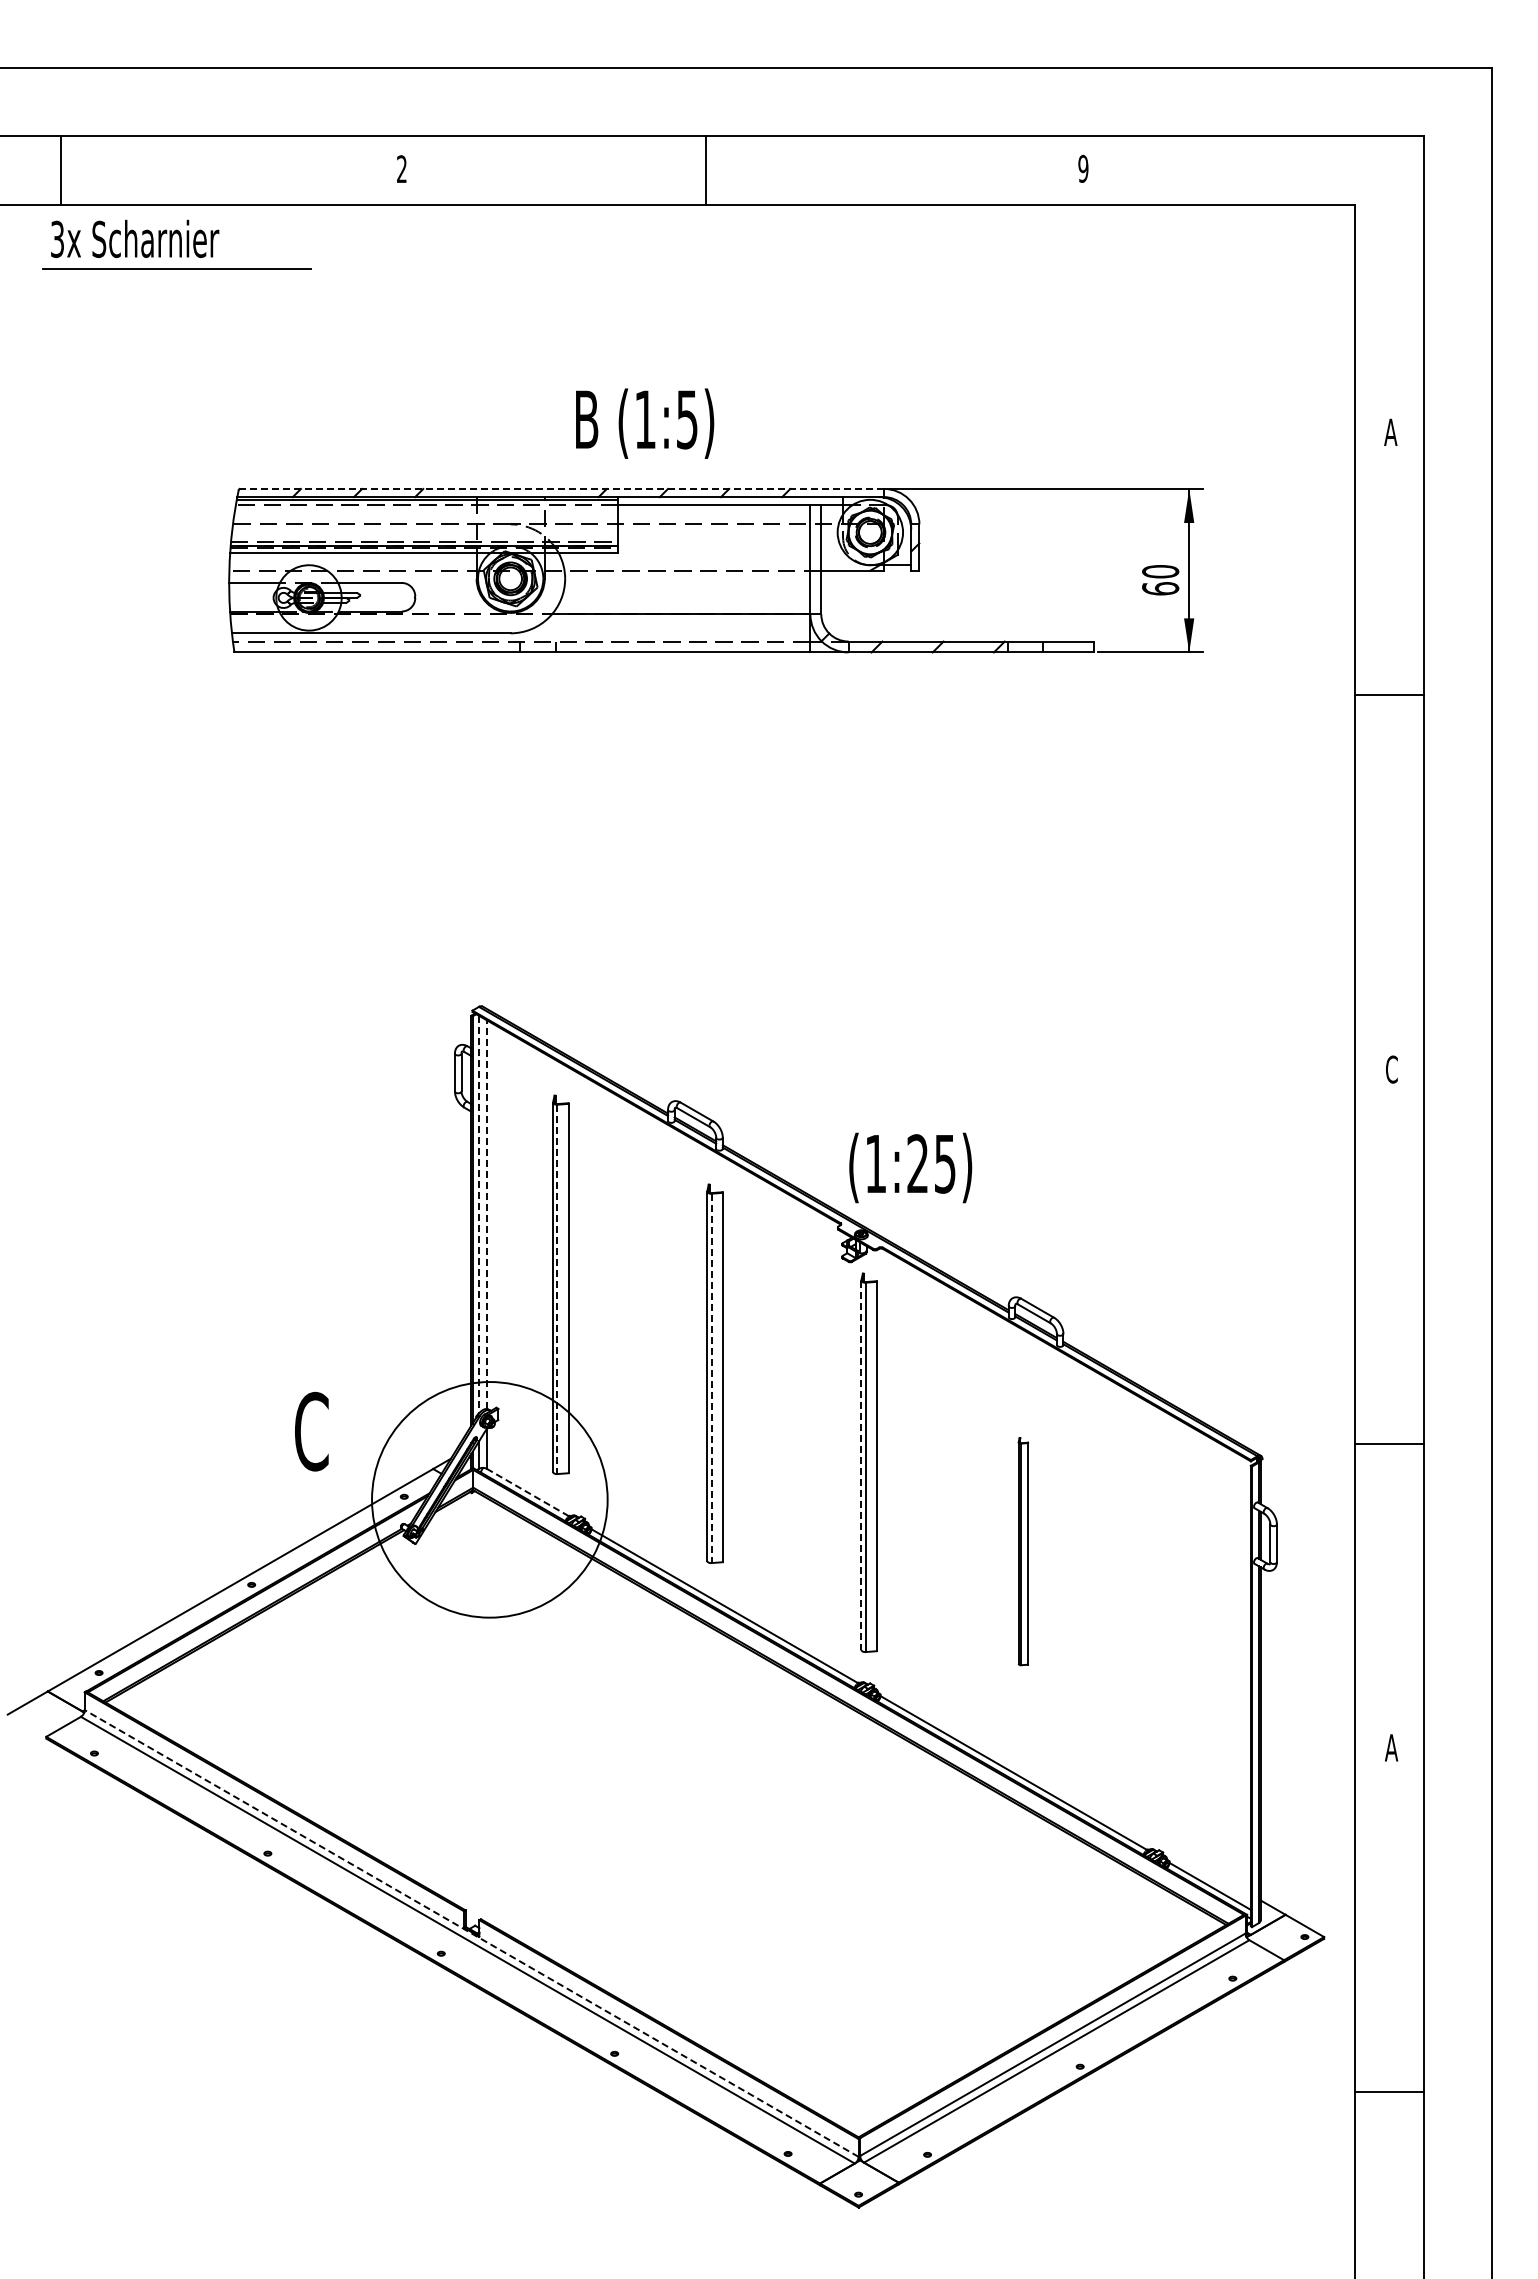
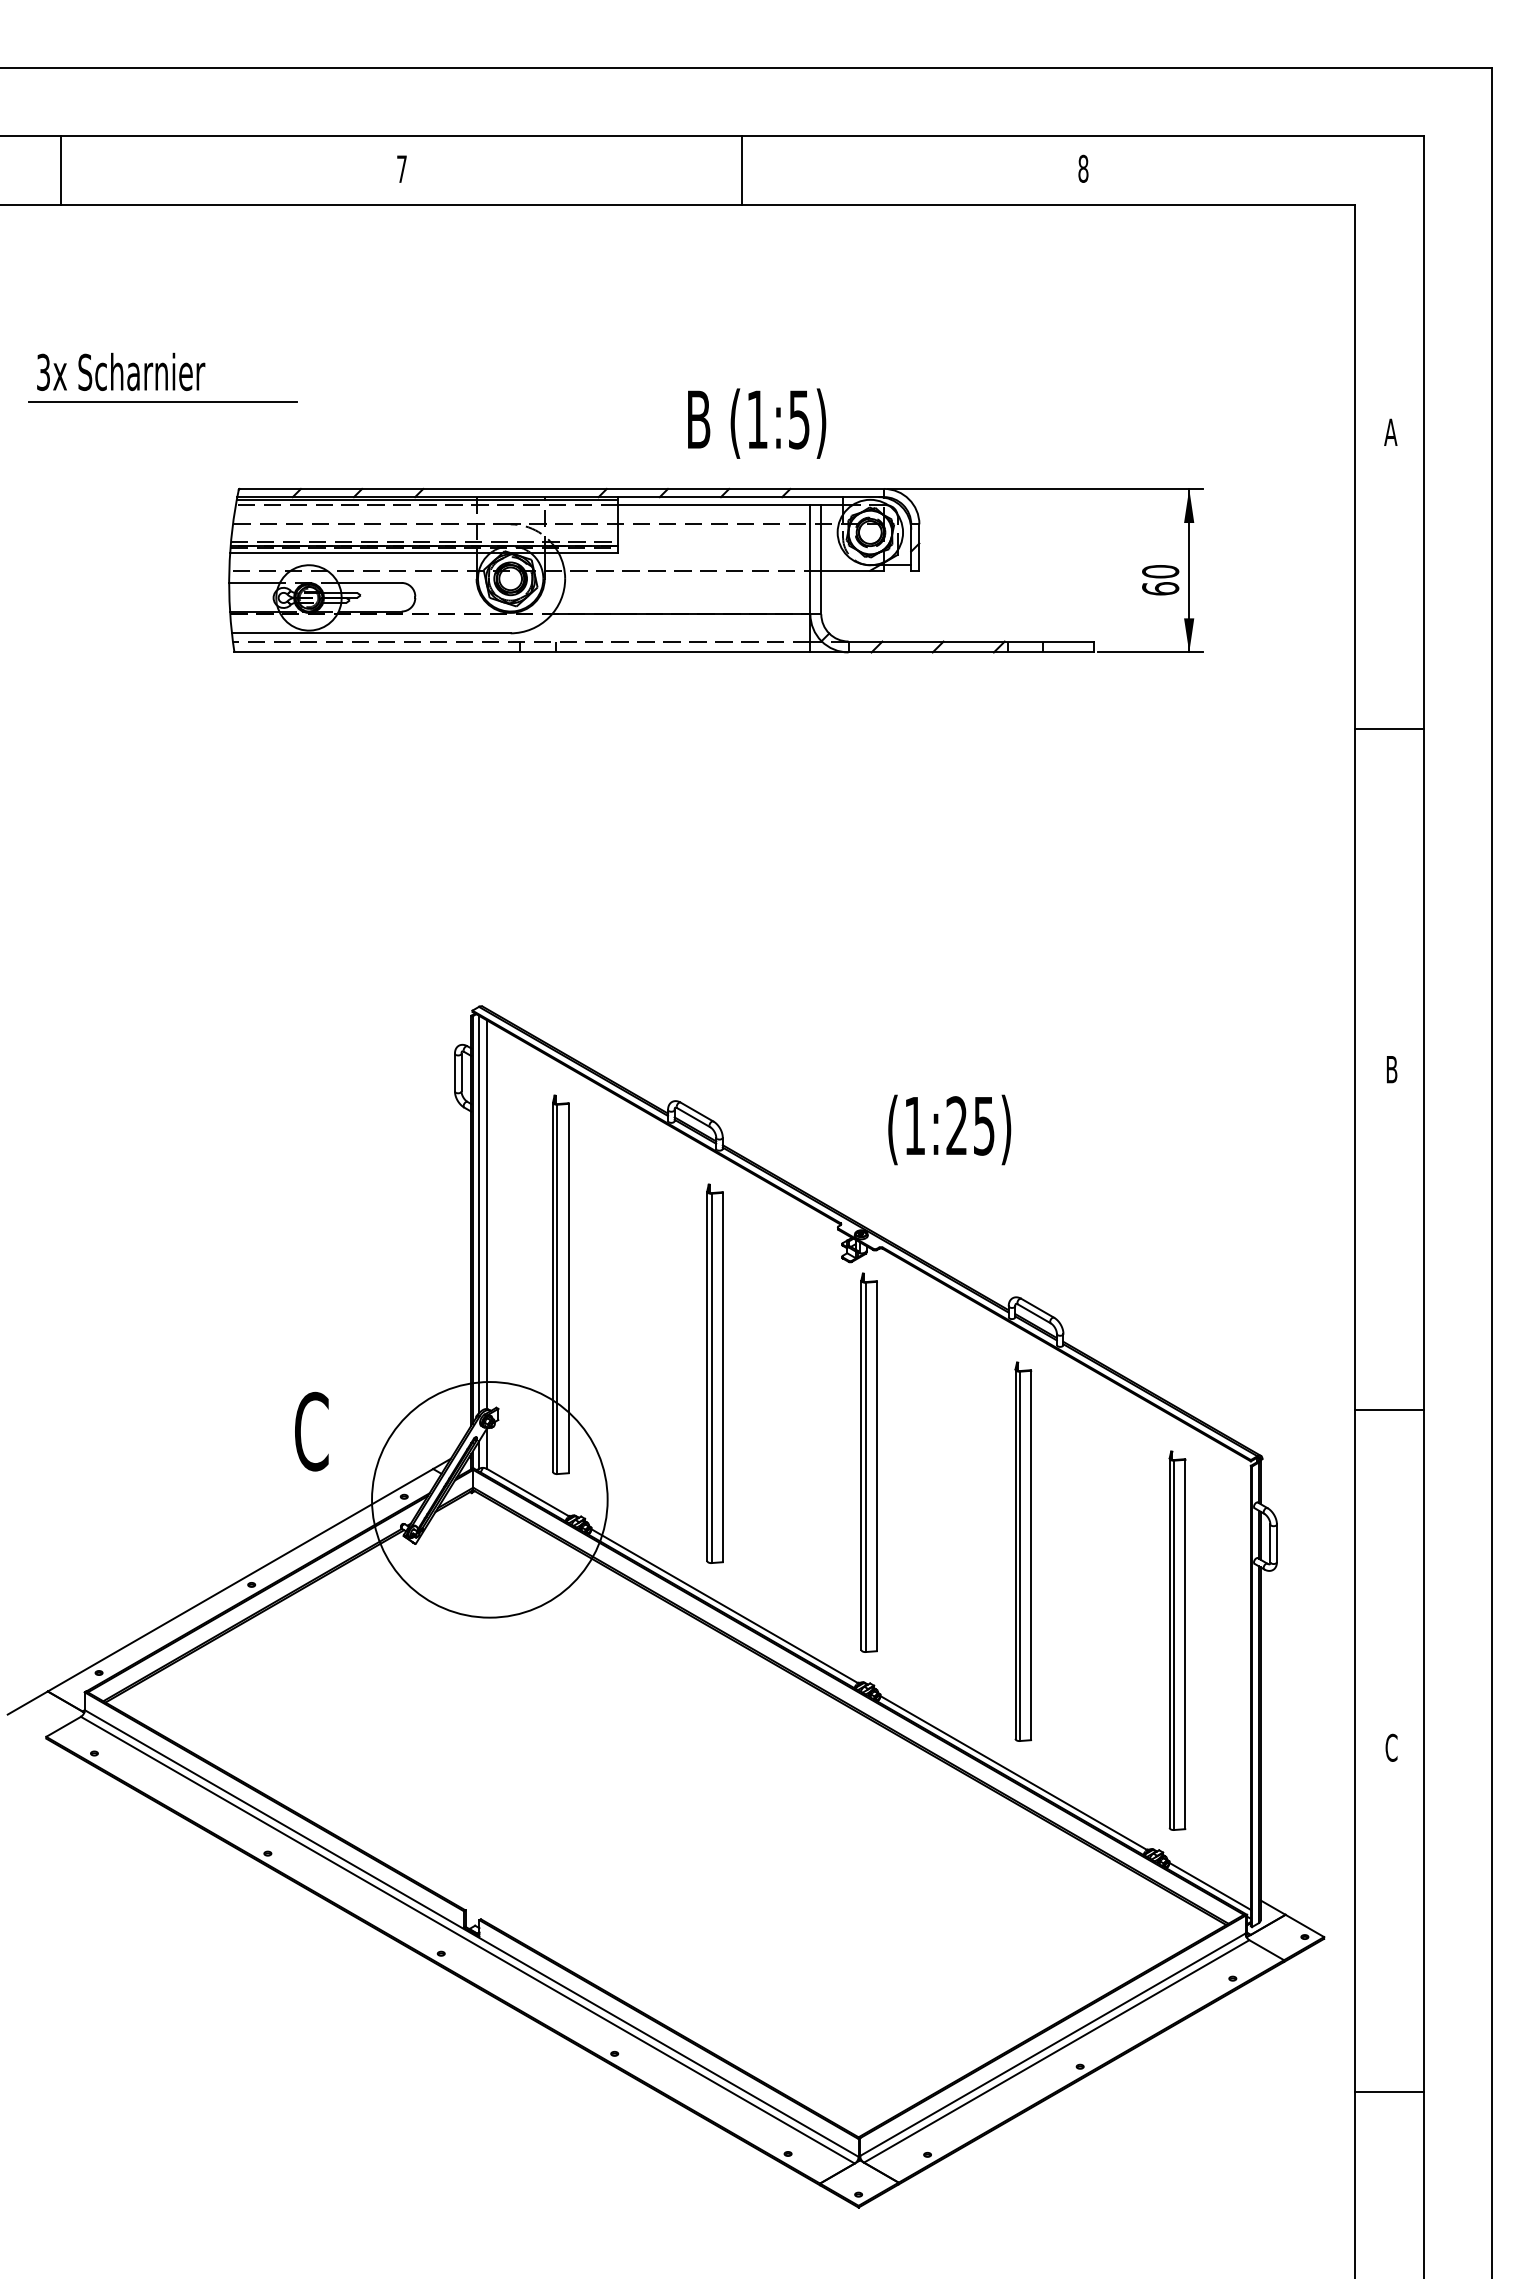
text at (401, 168): 2 -> 7
text at (1083, 168): 9 -> 8
line at (706, 170) position: (706, 170) -> (742, 170)
part at (176, 244) position: (176, 244) -> (162, 377)
text at (645, 423) position: (645, 423) -> (757, 423)
line at (560, 488): dashed -> solid
line at (1389, 695) position: (1389, 695) -> (1389, 729)
text at (1391, 1069): C -> B
text at (910, 1167) position: (910, 1167) -> (949, 1129)
line at (479, 1214): dashed -> solid
line at (486, 1214): dashed -> solid
line at (557, 1289): dashed -> solid
line at (711, 1378): dashed -> solid
line at (1389, 1444) position: (1389, 1444) -> (1389, 1410)
line at (861, 1465): dashed -> solid
line at (527, 1492): dashed -> solid
part at (1023, 1551) size: 13x230 px -> 19x381 px
part at (1177, 1640): none -> present
text at (1391, 1747): A -> C
line at (471, 1933): dashed -> solid
